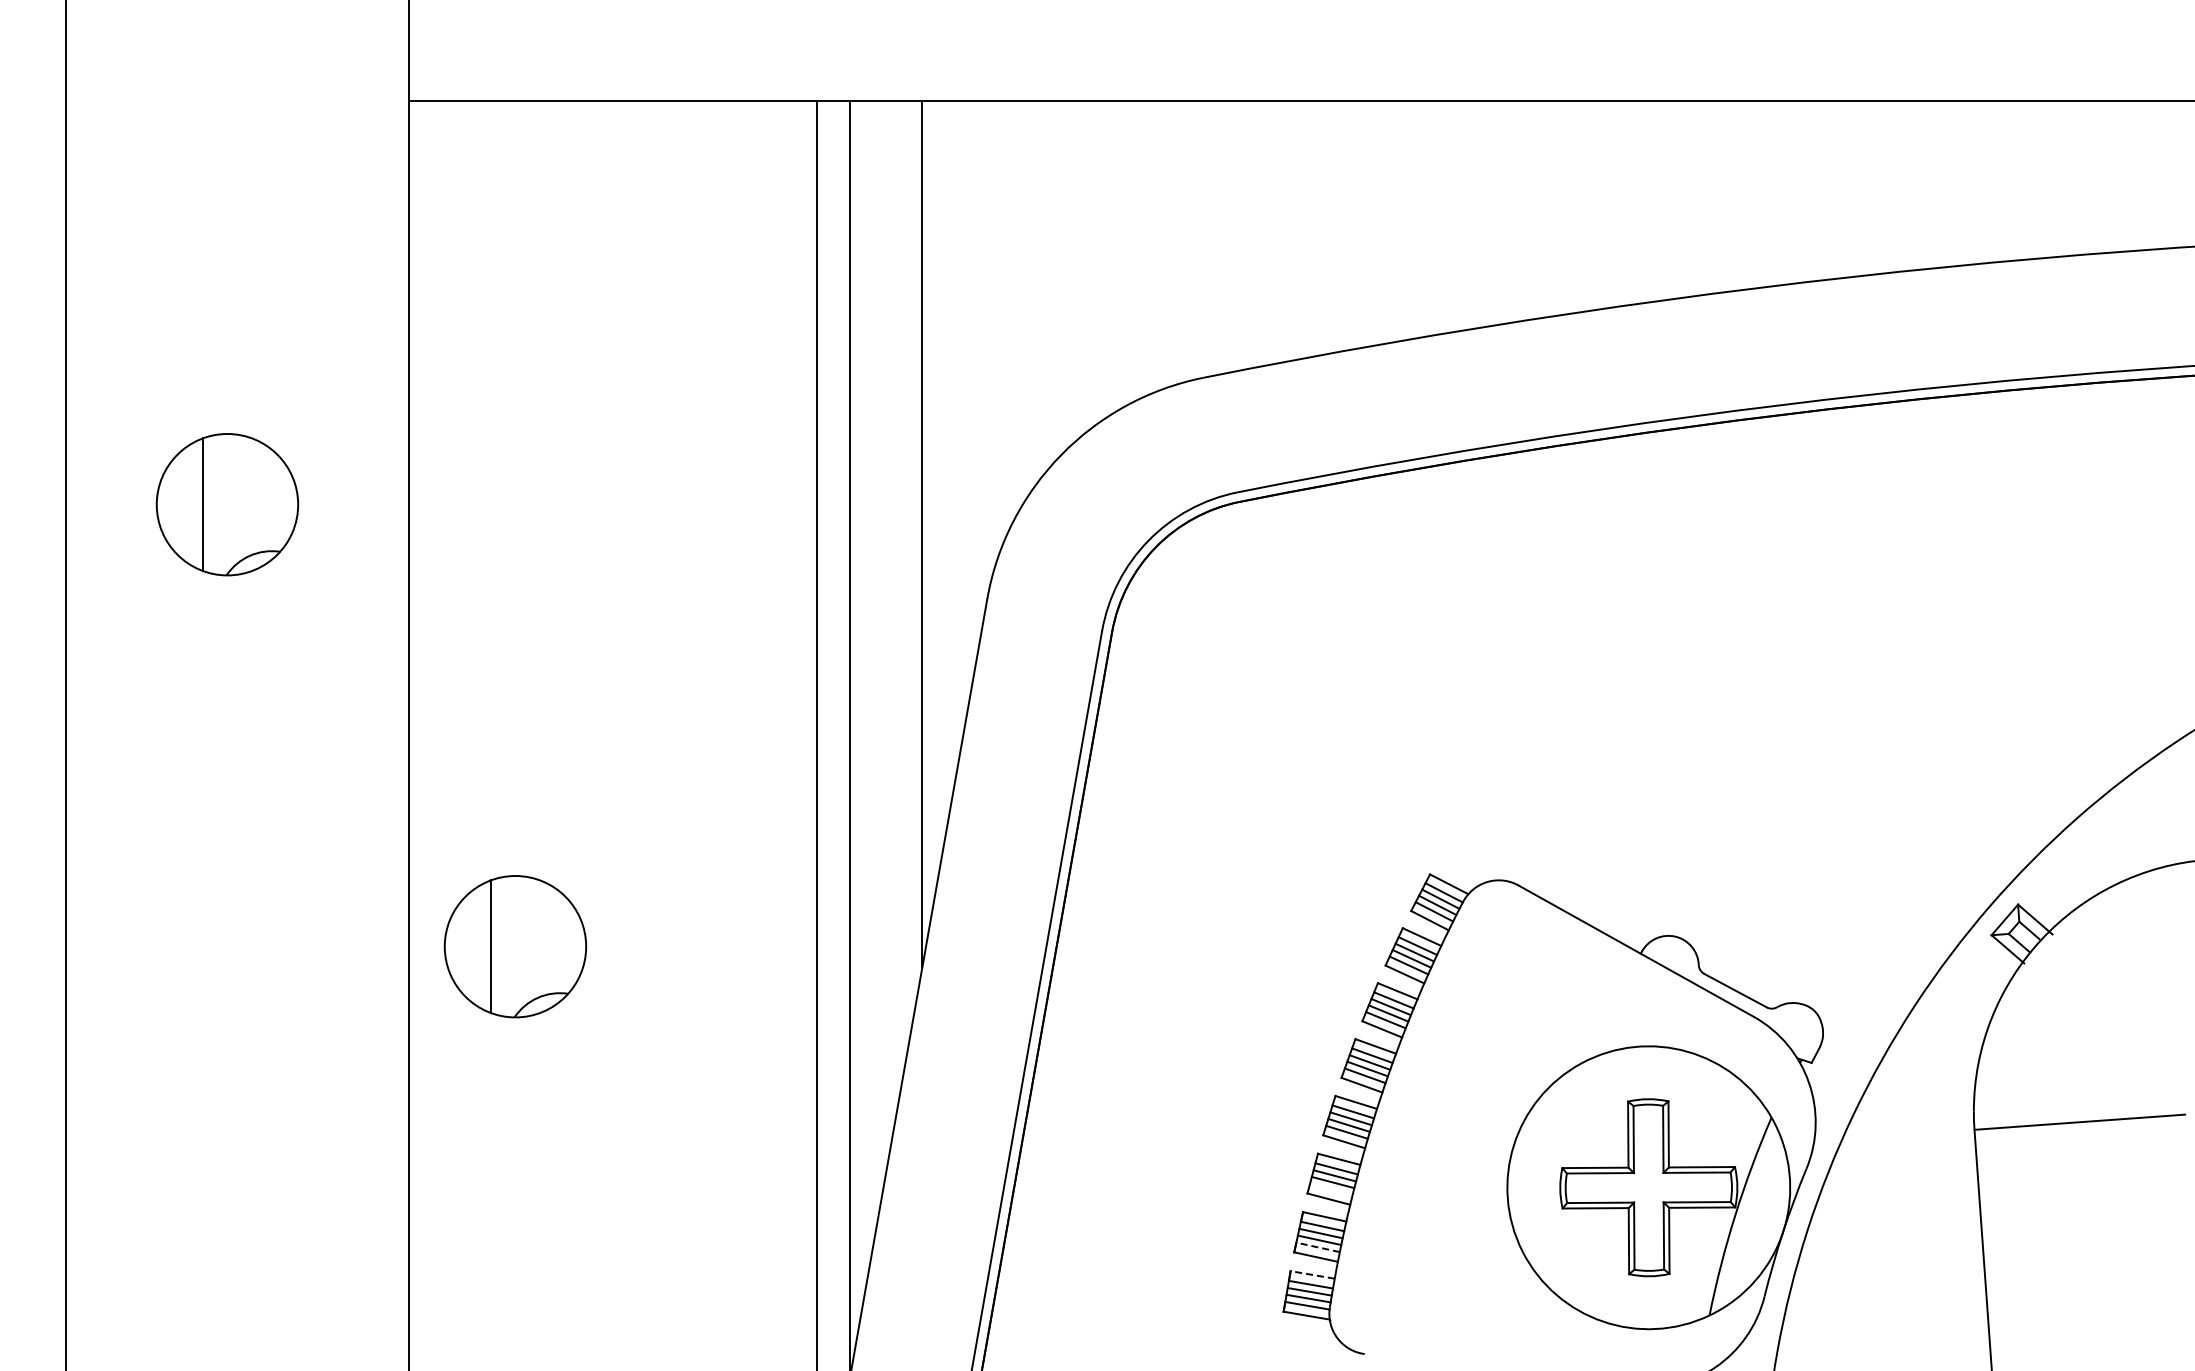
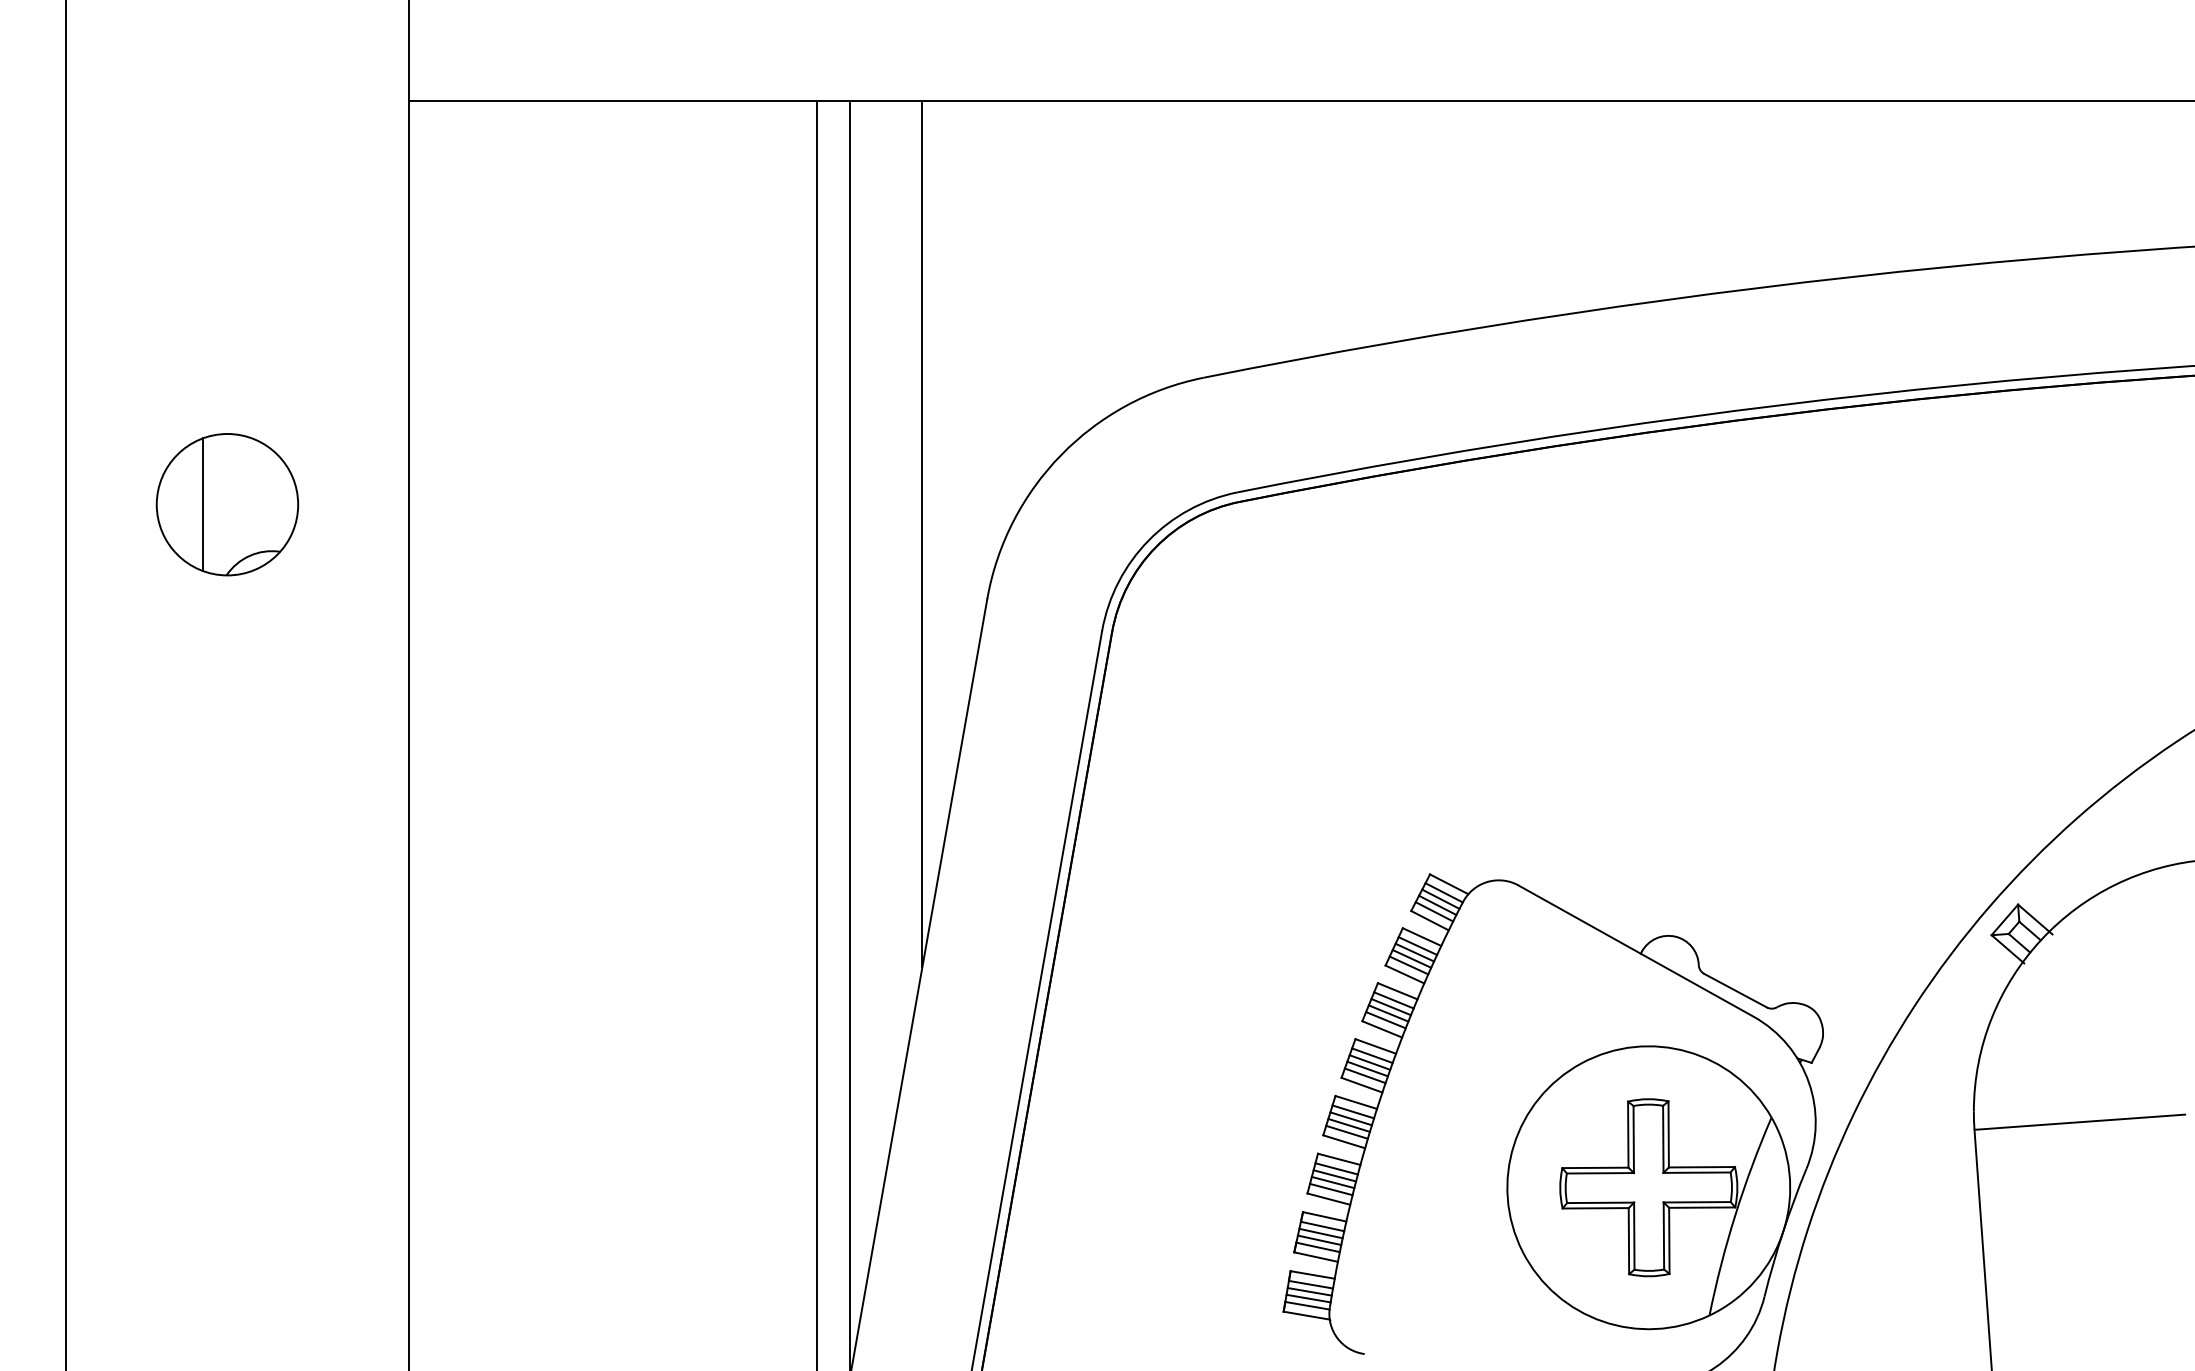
part at (515, 946): present -> none
line at (1331, 1189): none -> present
line at (1317, 1247): dashed -> solid
line at (1312, 1274): dashed -> solid
